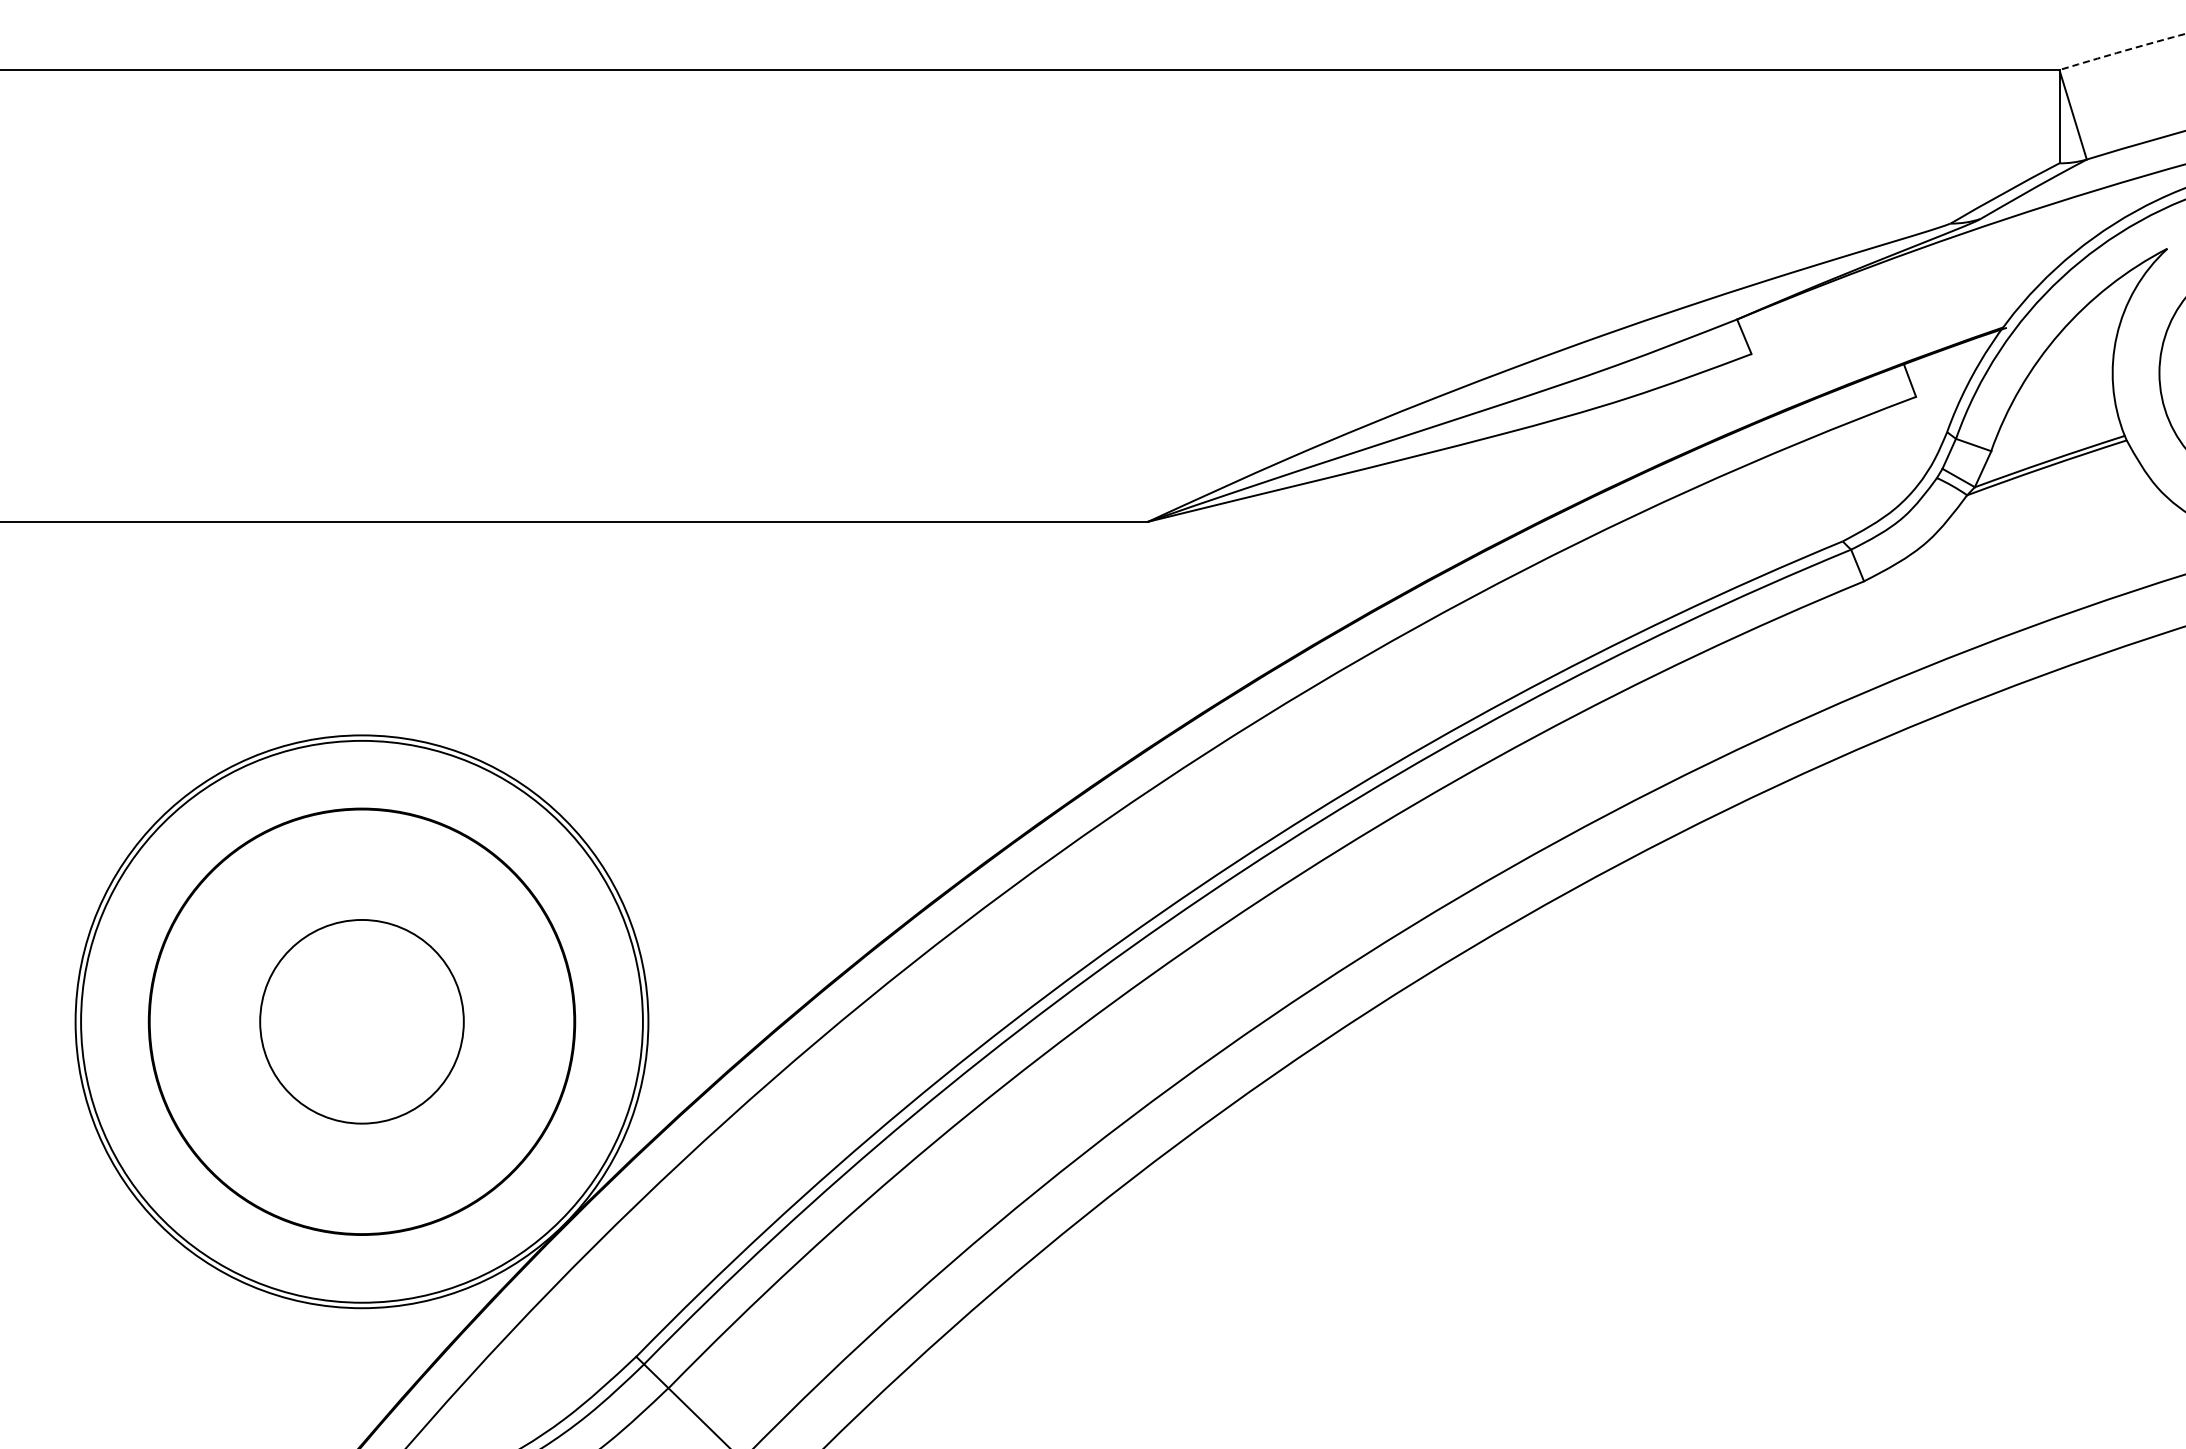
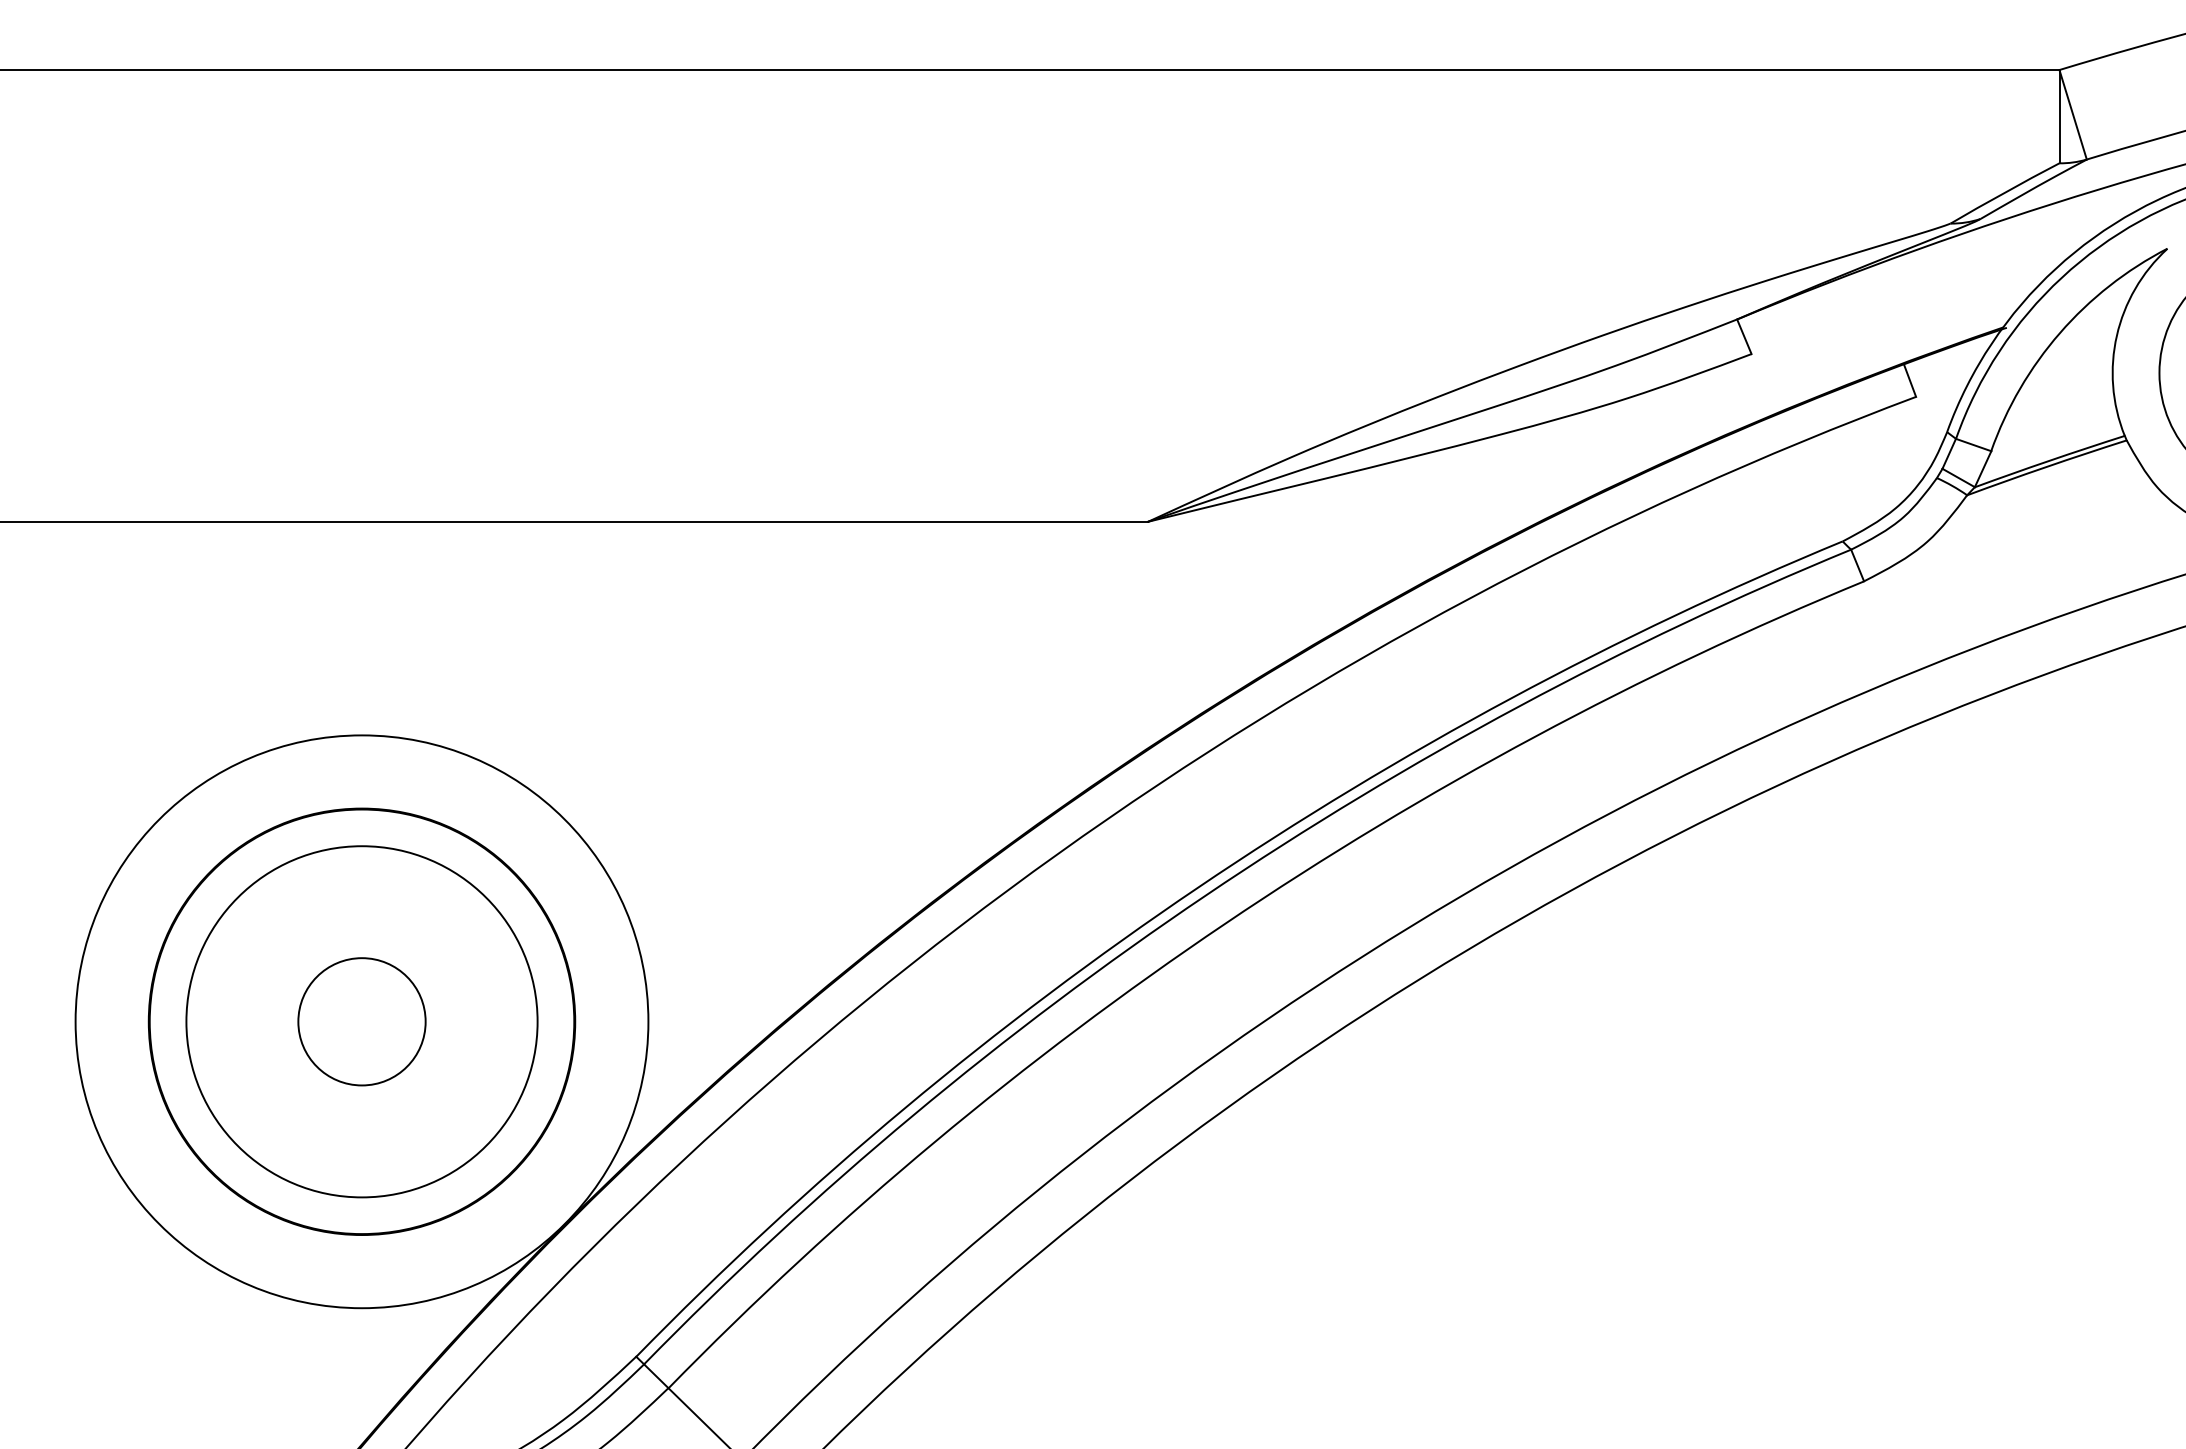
arc at (2122, 51): dashed -> solid
circle at (361, 1021) diameter: 204 px -> 127 px
circle at (361, 1021) diameter: 562 px -> 351 px
